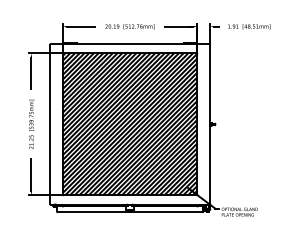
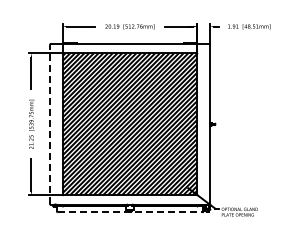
line at (49, 123): solid -> dashed
line at (130, 212): solid -> dashed
